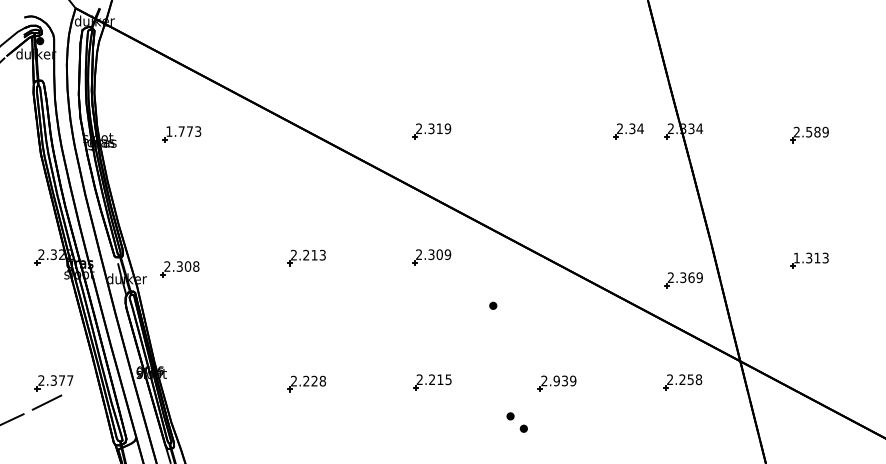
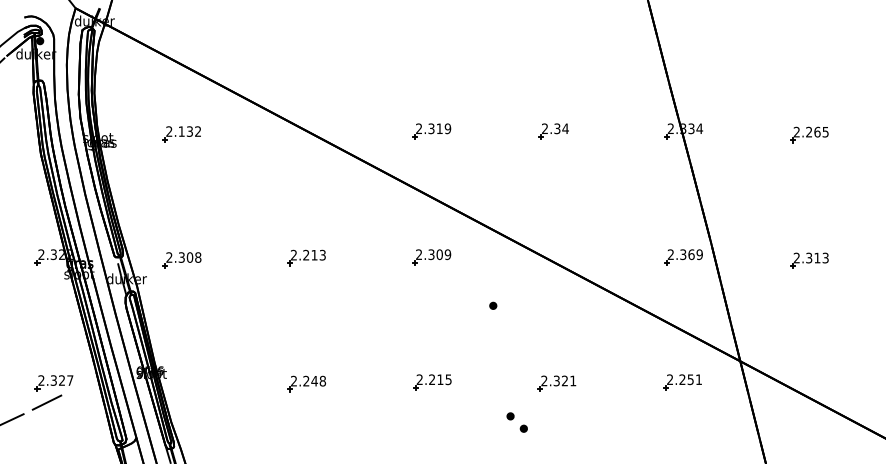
text at (183, 131): 1.773 -> 2.132
part at (628, 131) position: (628, 131) -> (553, 131)
text at (817, 131): 2.589 -> 2.265
text at (796, 257): 1.313 -> 2.313
part at (179, 269) position: (179, 269) -> (181, 260)
part at (683, 280) position: (683, 280) -> (683, 257)
text at (698, 379): 2.258 -> 2.251
text at (61, 380): 2.377 -> 2.327
text at (314, 380): 2.228 -> 2.248
text at (564, 380): 2.939 -> 2.321
